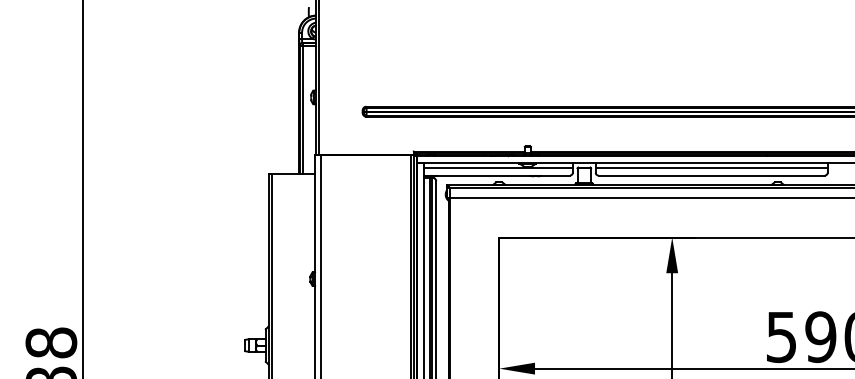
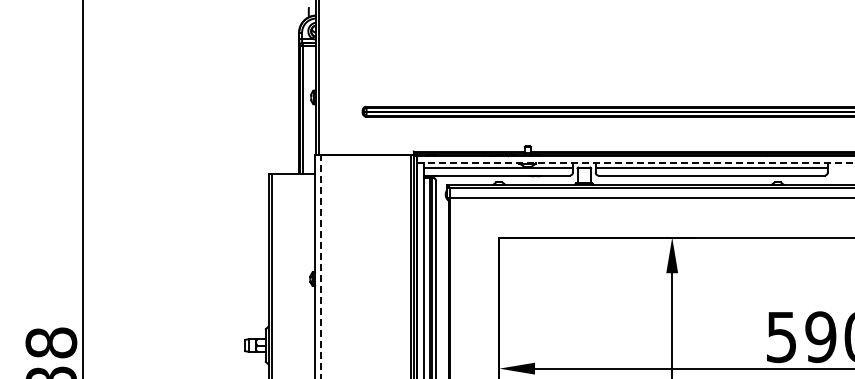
line at (636, 163): solid -> dashed
line at (320, 266): solid -> dashed
